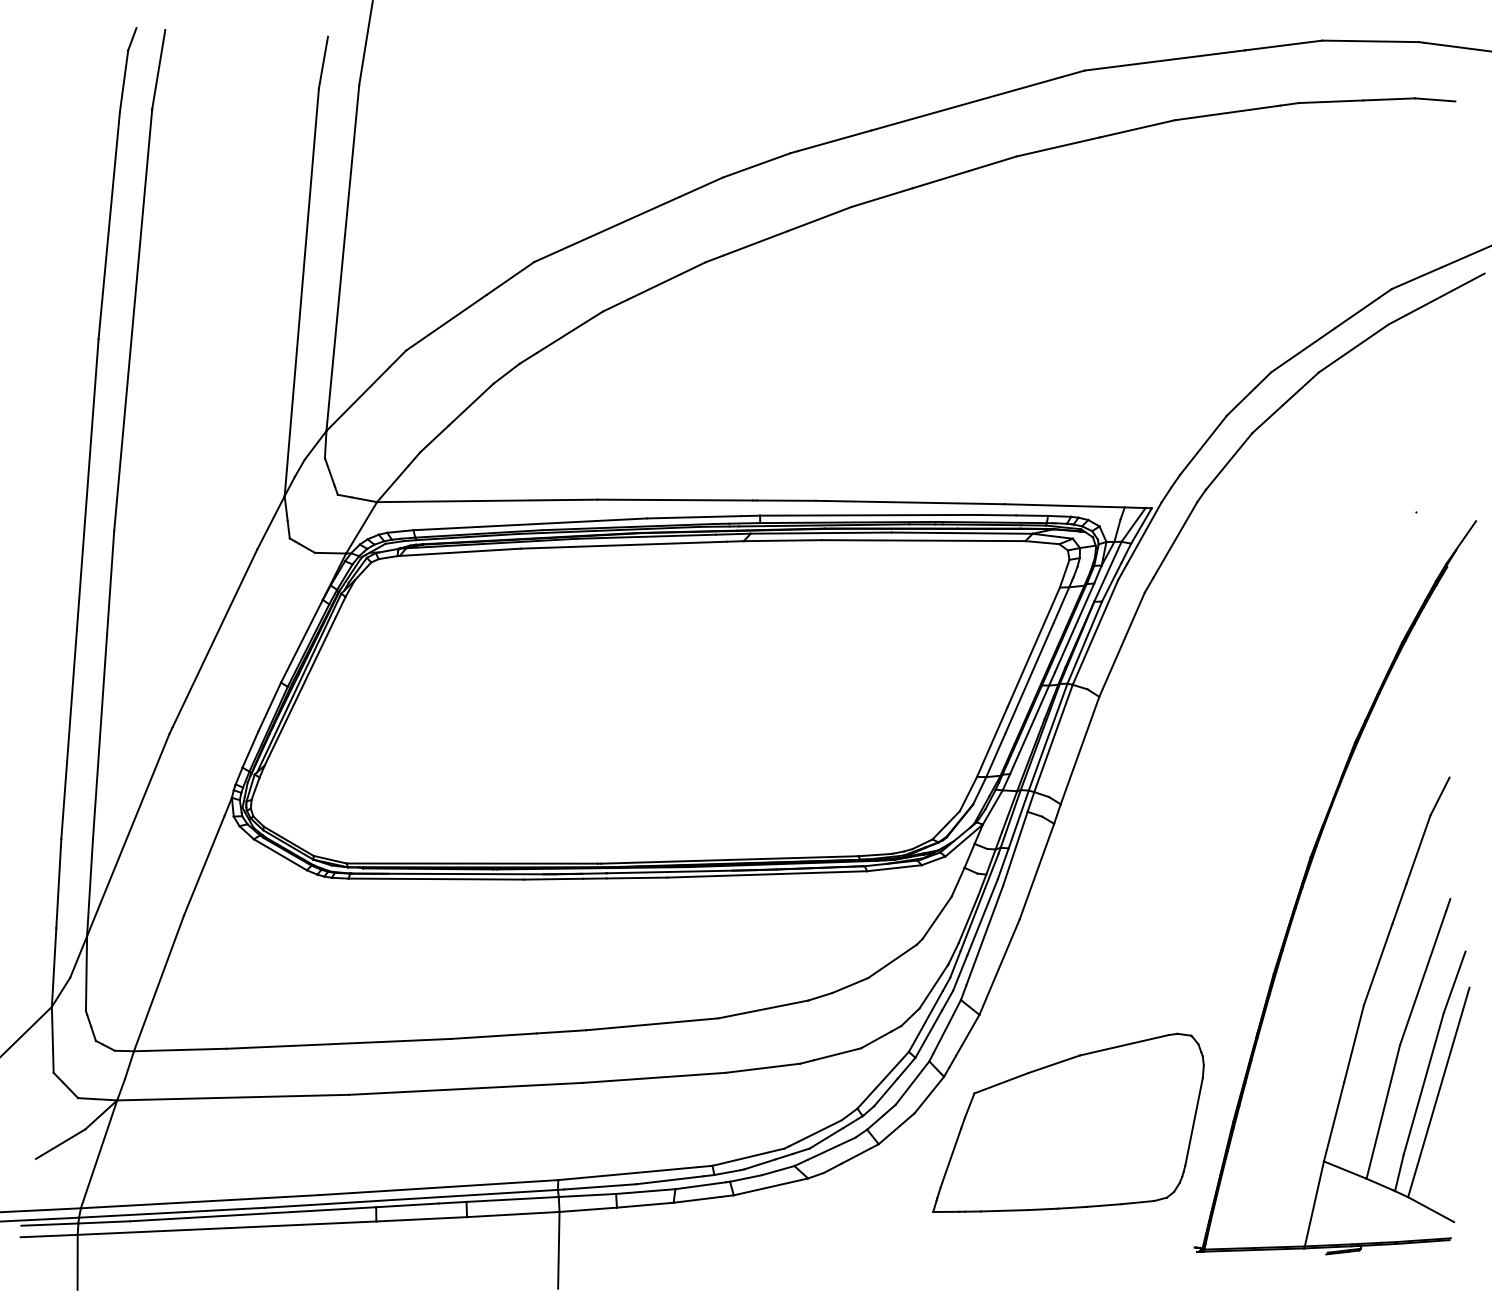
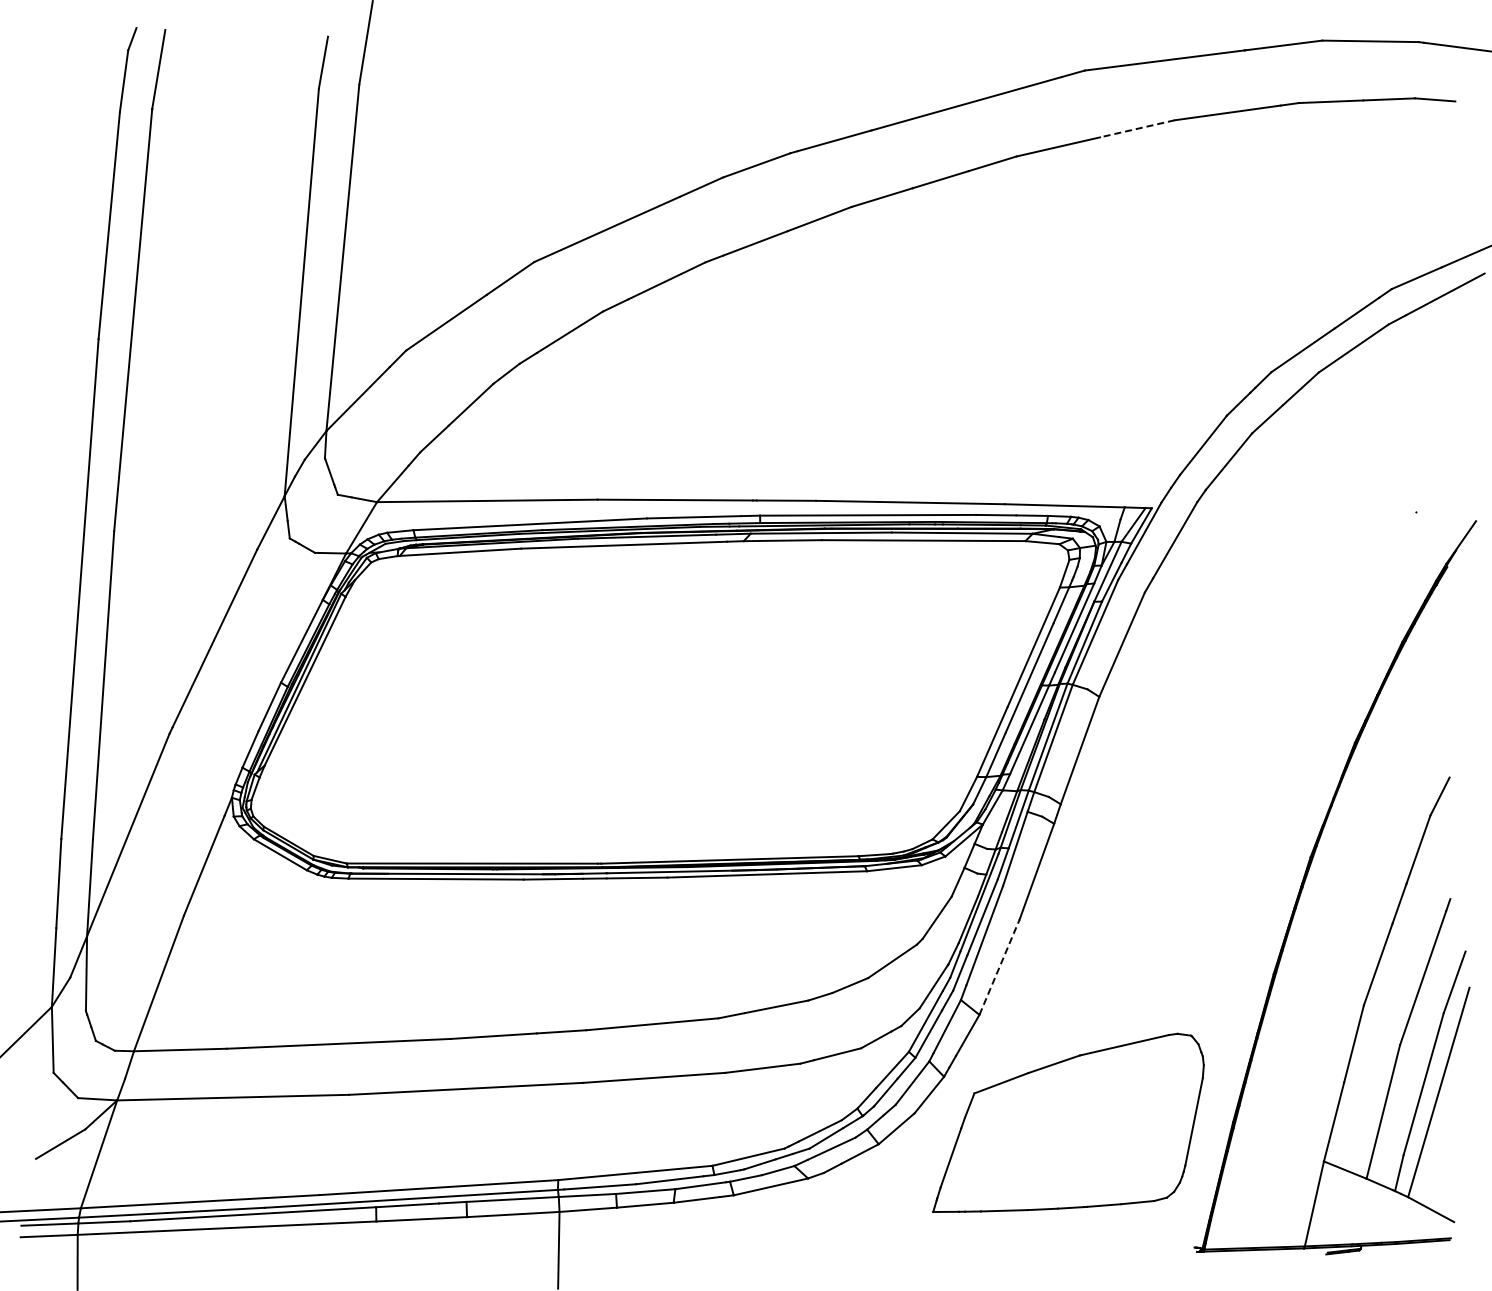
line at (1136, 128): solid -> dashed
line at (999, 967): solid -> dashed
